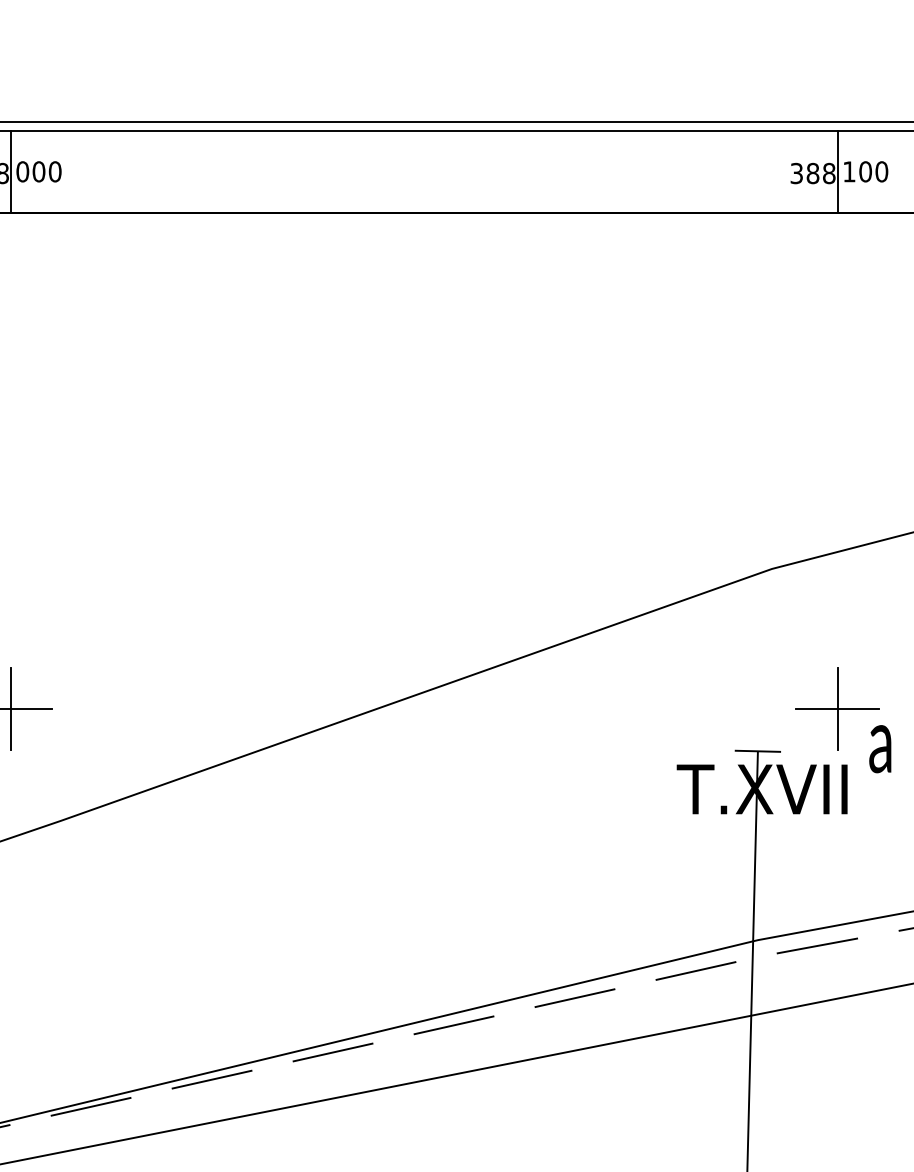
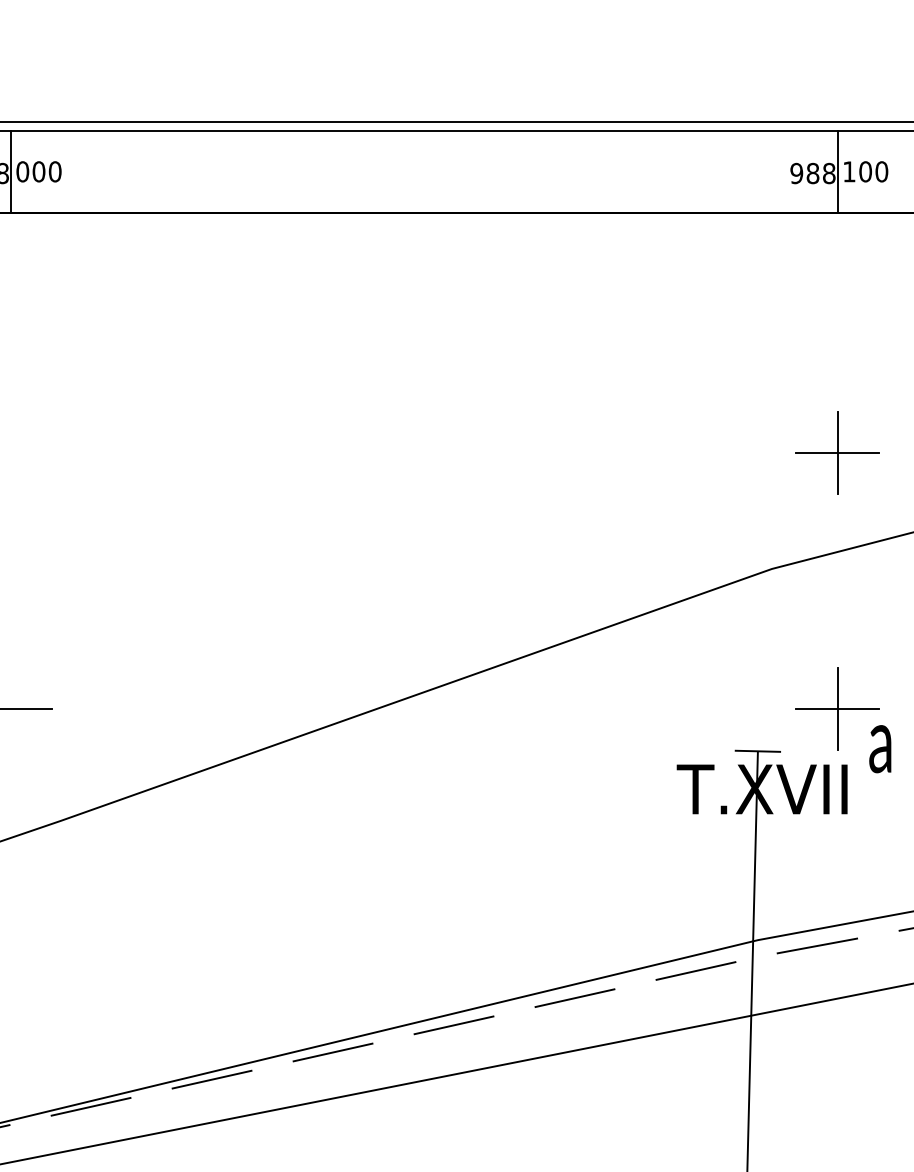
text at (796, 173): 388 -> 988
part at (837, 452): none -> present
line at (11, 708): present -> none
